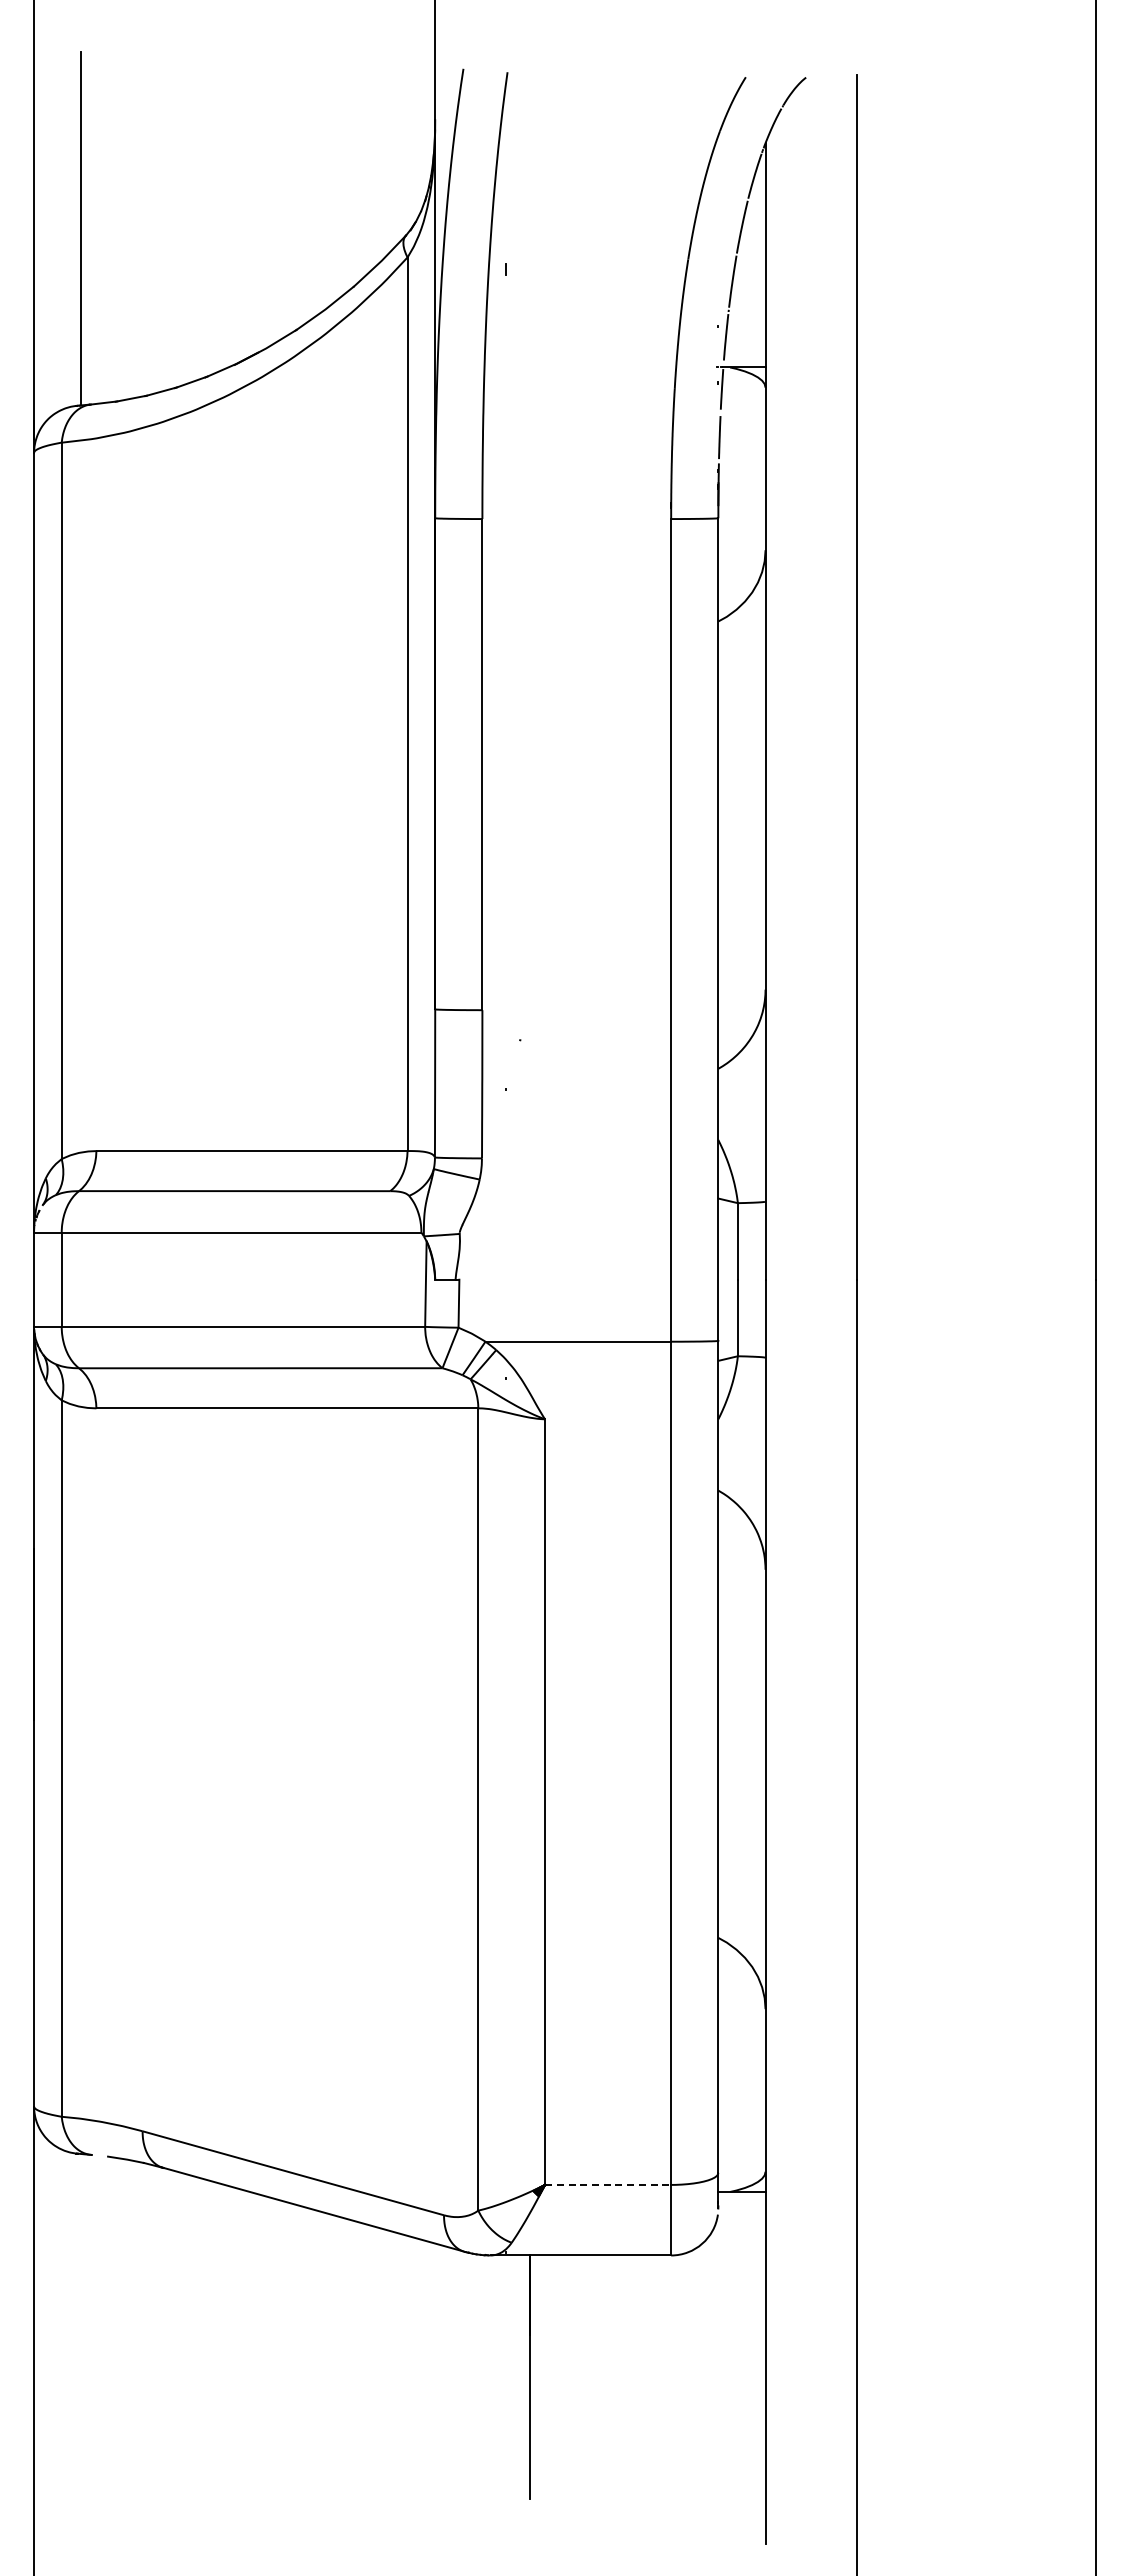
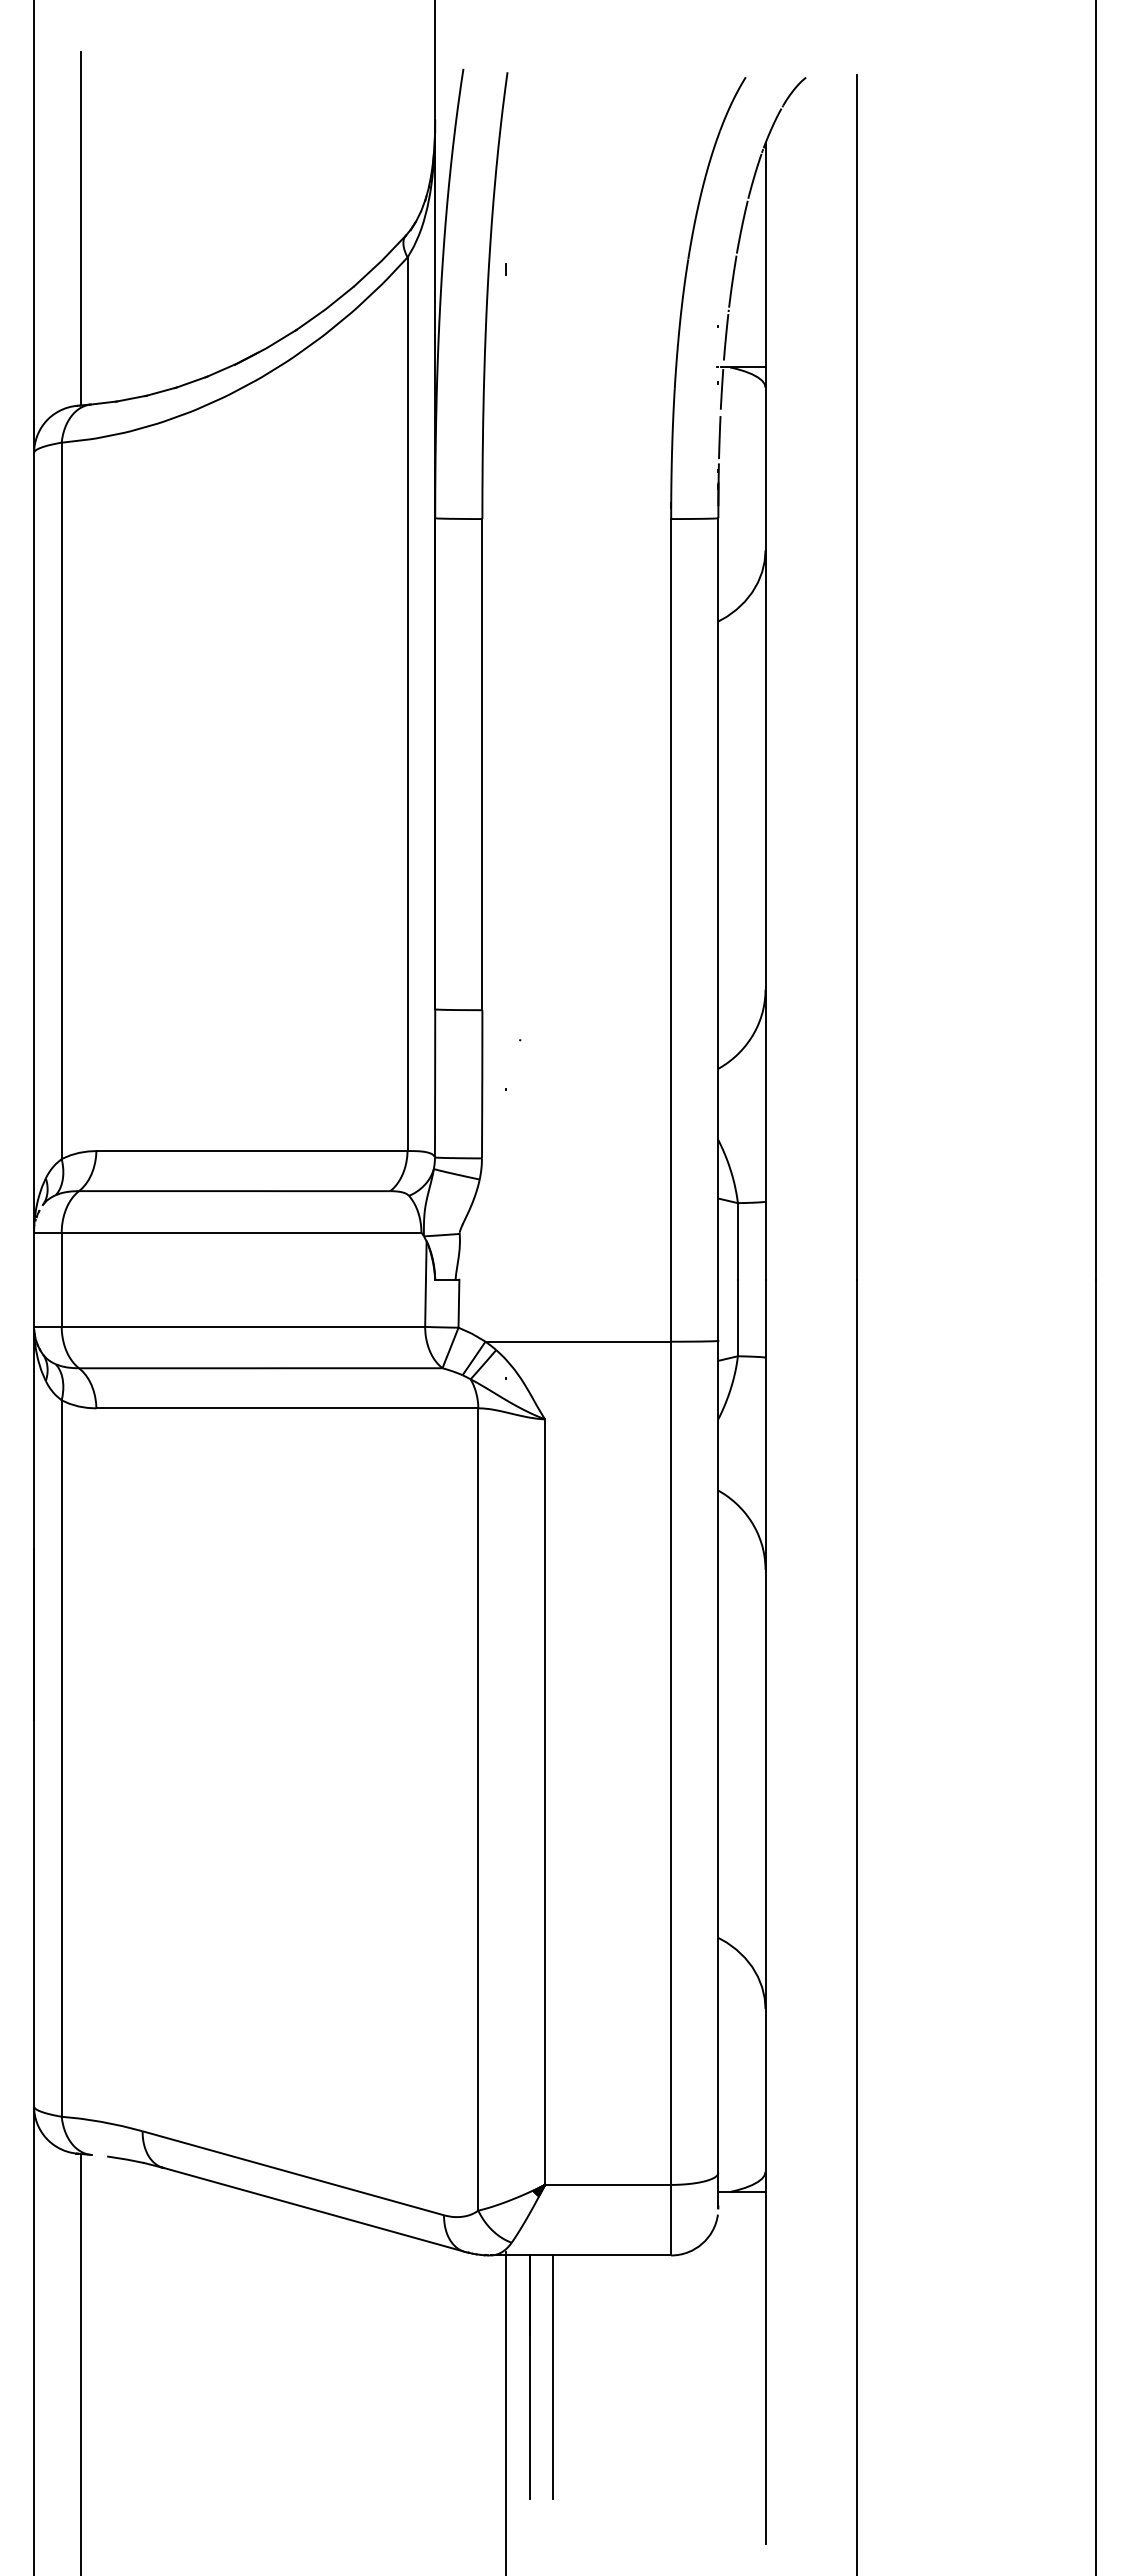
line at (608, 2184): dashed -> solid
line at (81, 2363): none -> present
line at (553, 2376): none -> present
line at (506, 2413): none -> present
